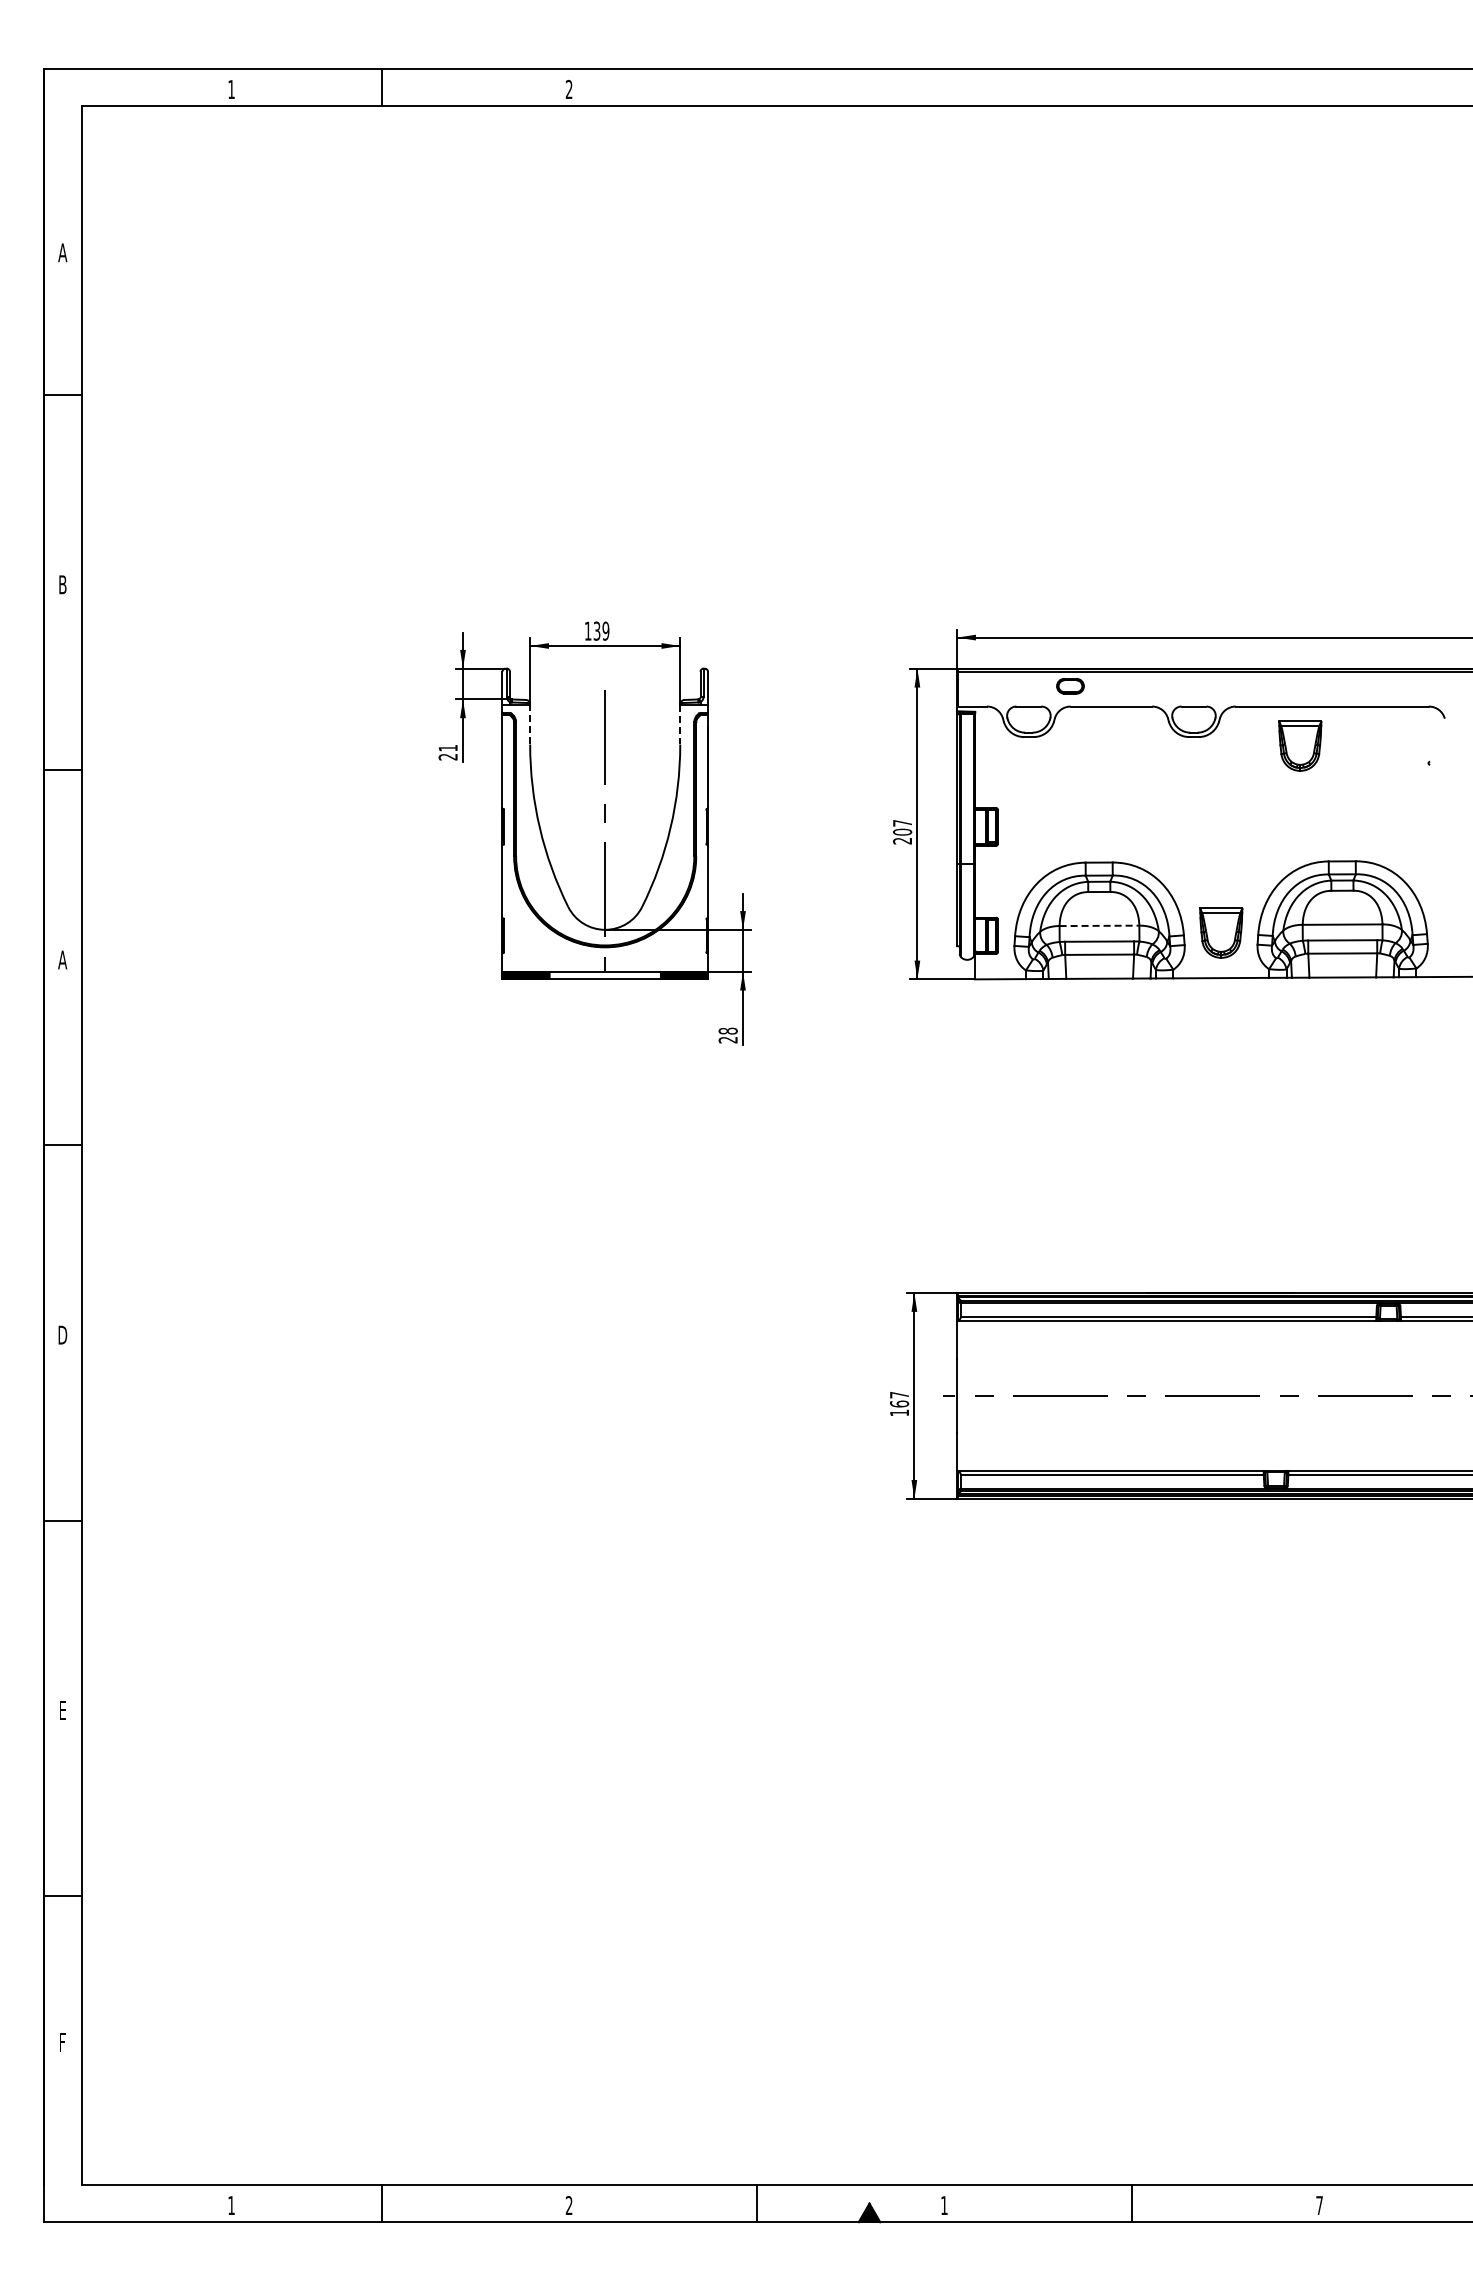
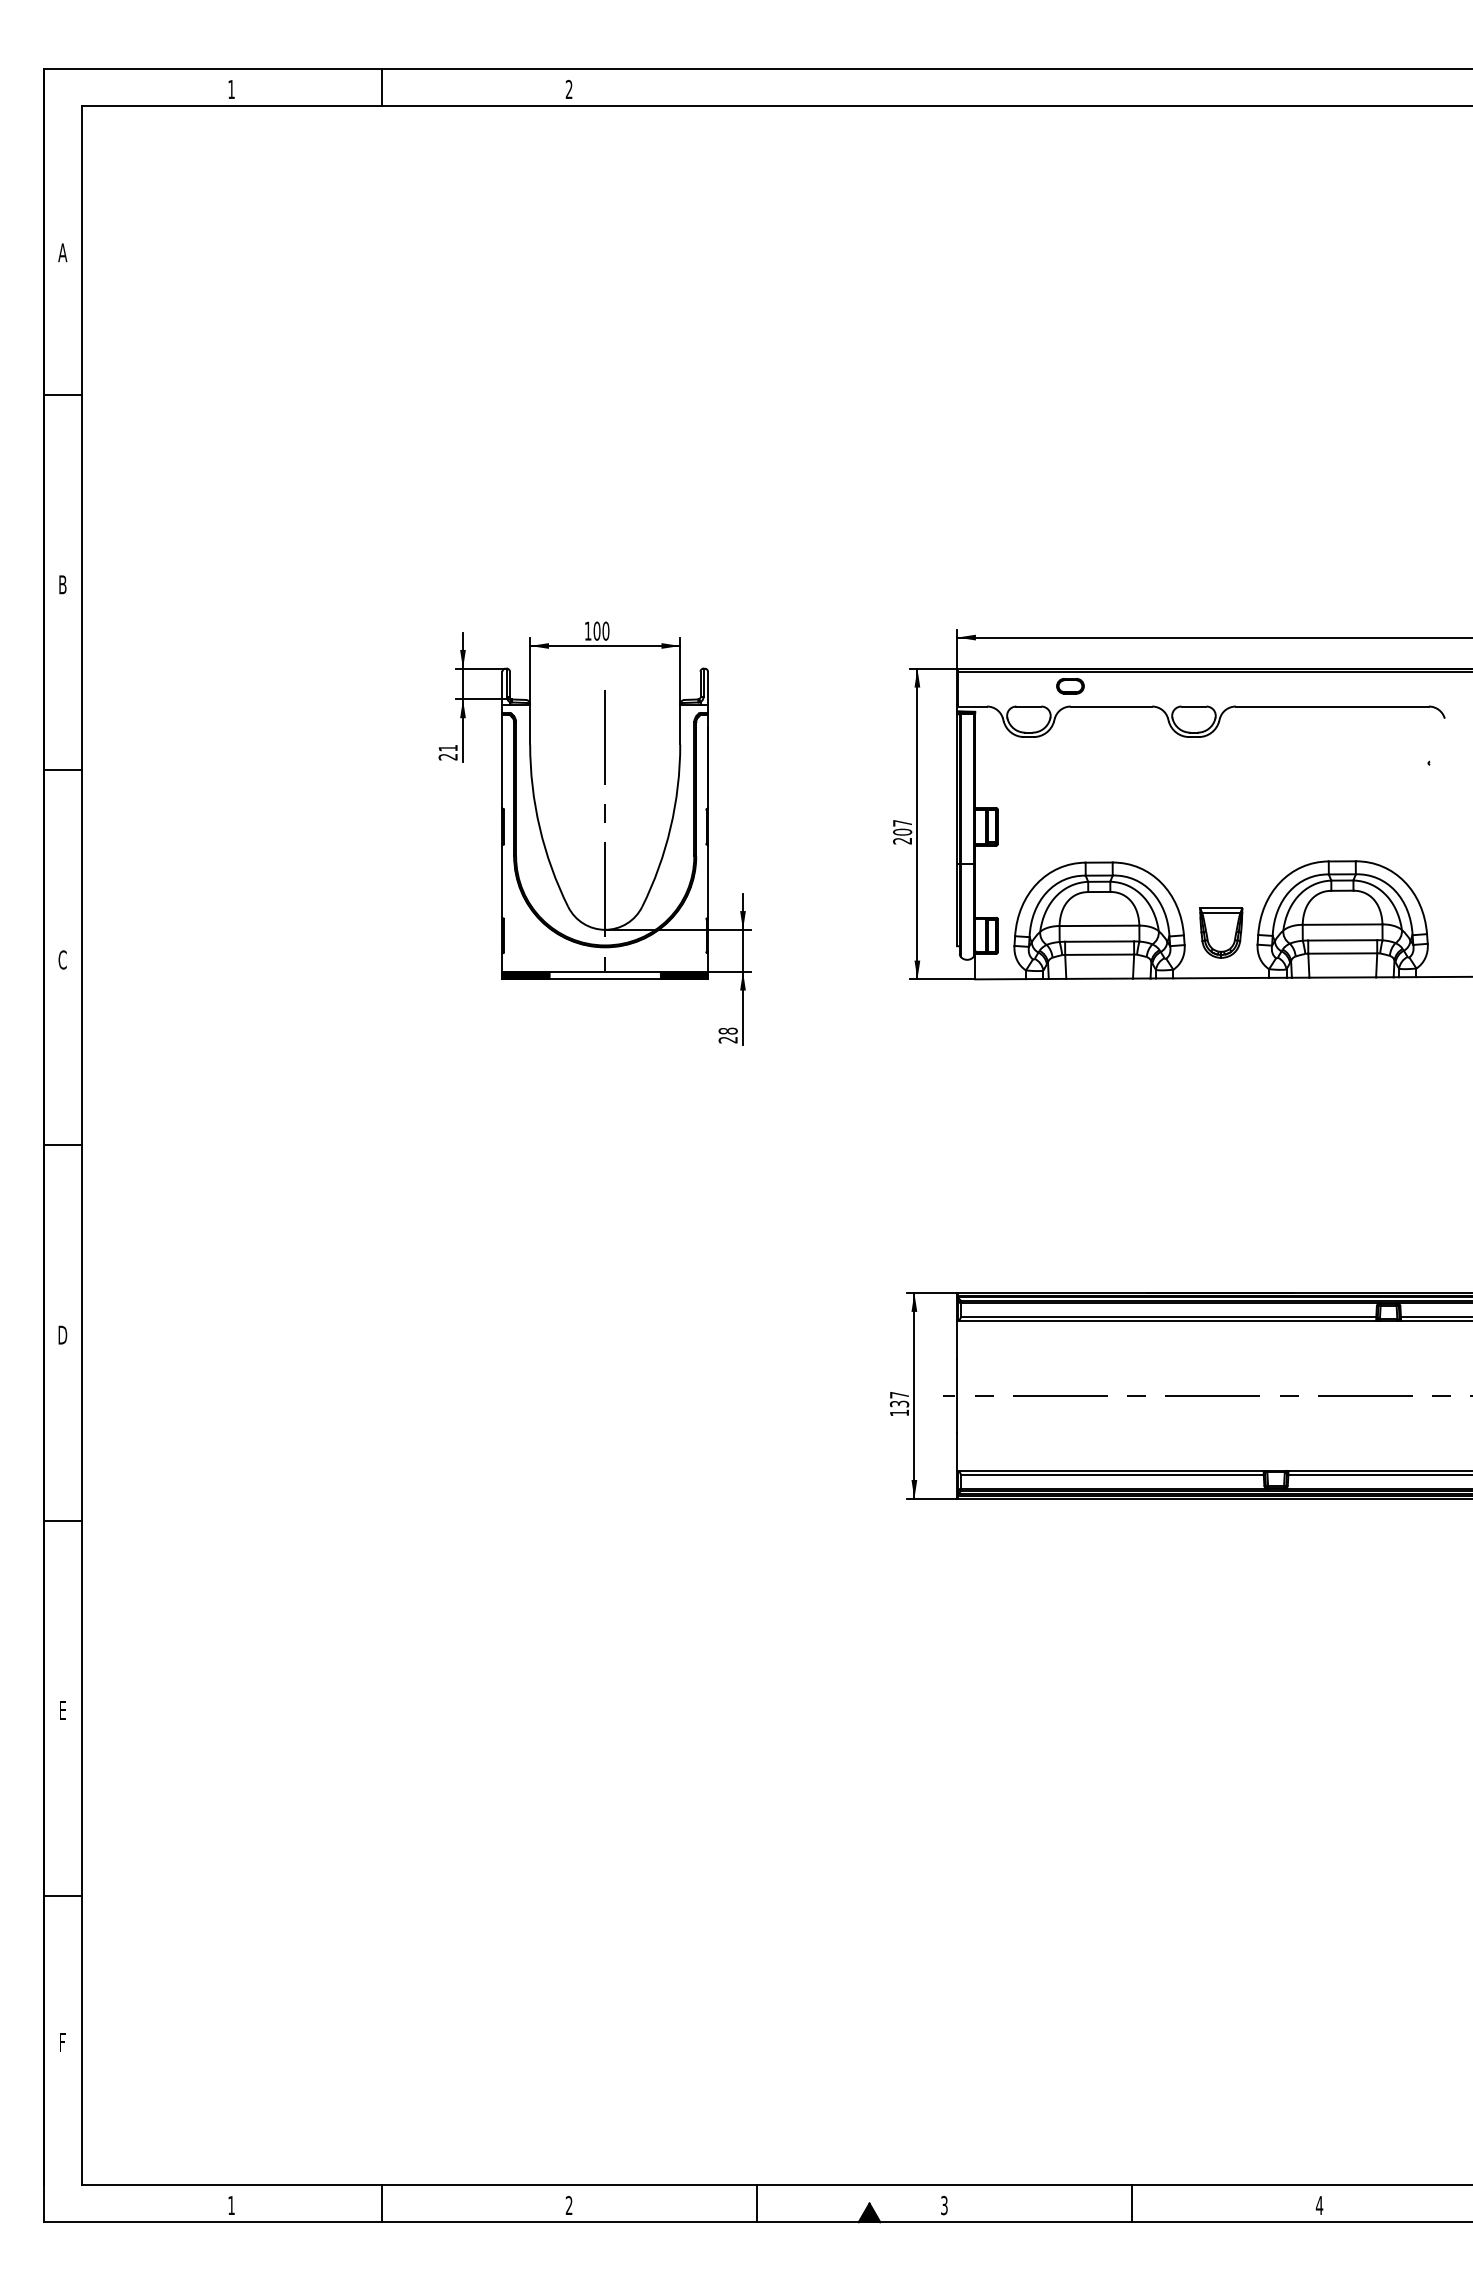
text at (601, 630): 139 -> 100
line at (530, 724): dashed -> solid
line at (680, 724): dashed -> solid
part at (1300, 745): present -> none
line at (1099, 925): dashed -> solid
text at (62, 959): A -> C
text at (899, 1403): 167 -> 137
text at (944, 2205): 1 -> 3
text at (1319, 2205): 7 -> 4
